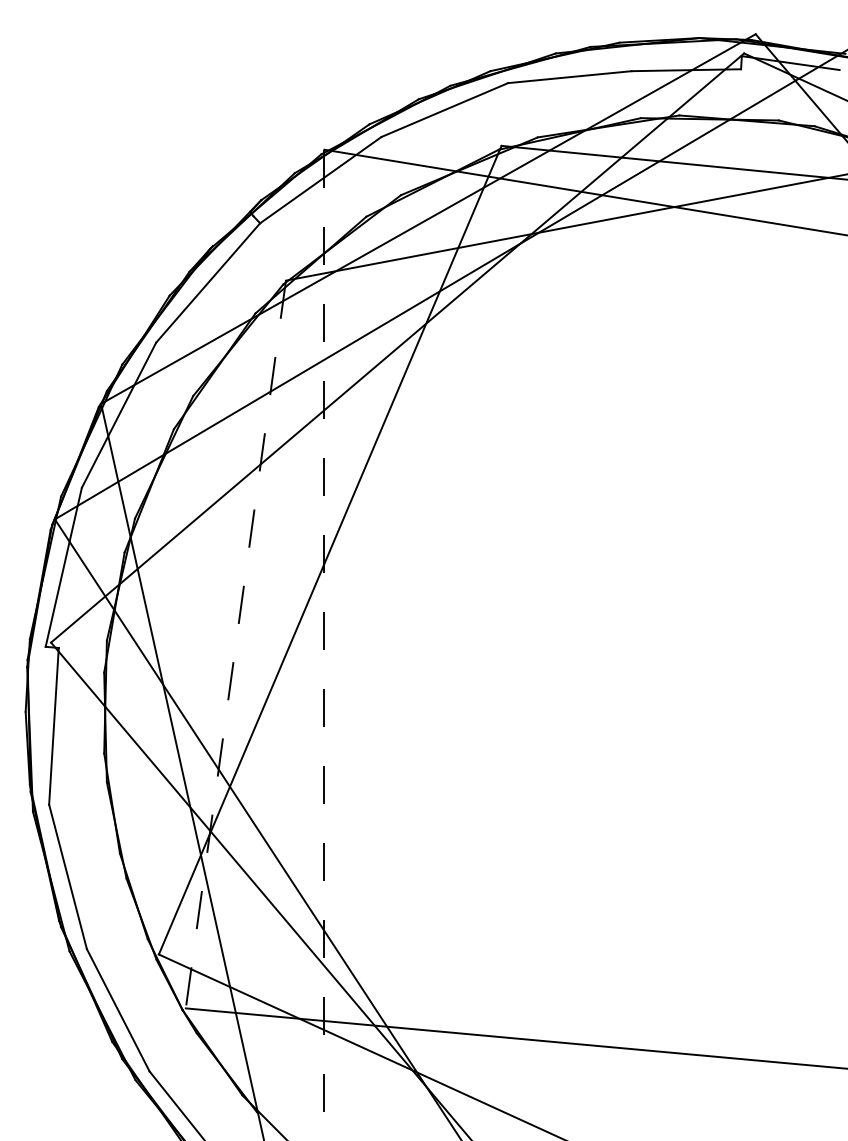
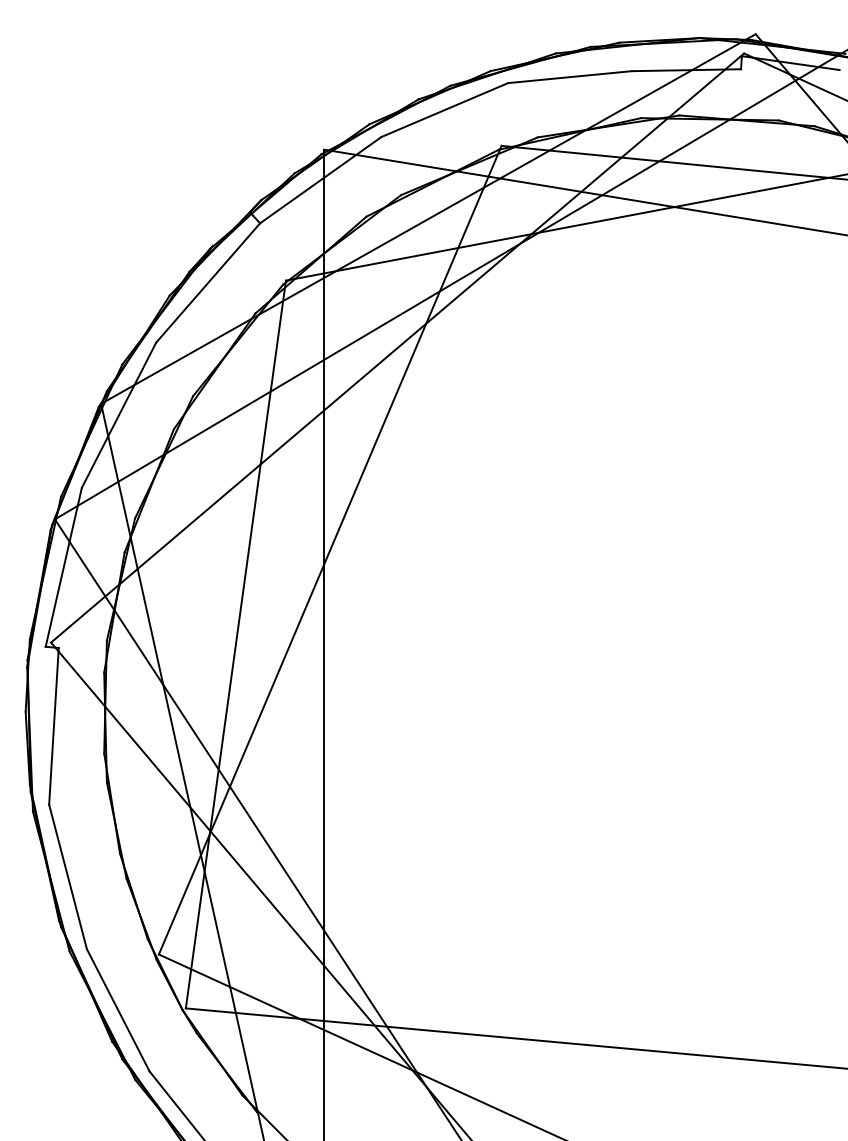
line at (324, 644): dashed -> solid
line at (235, 645): dashed -> solid
